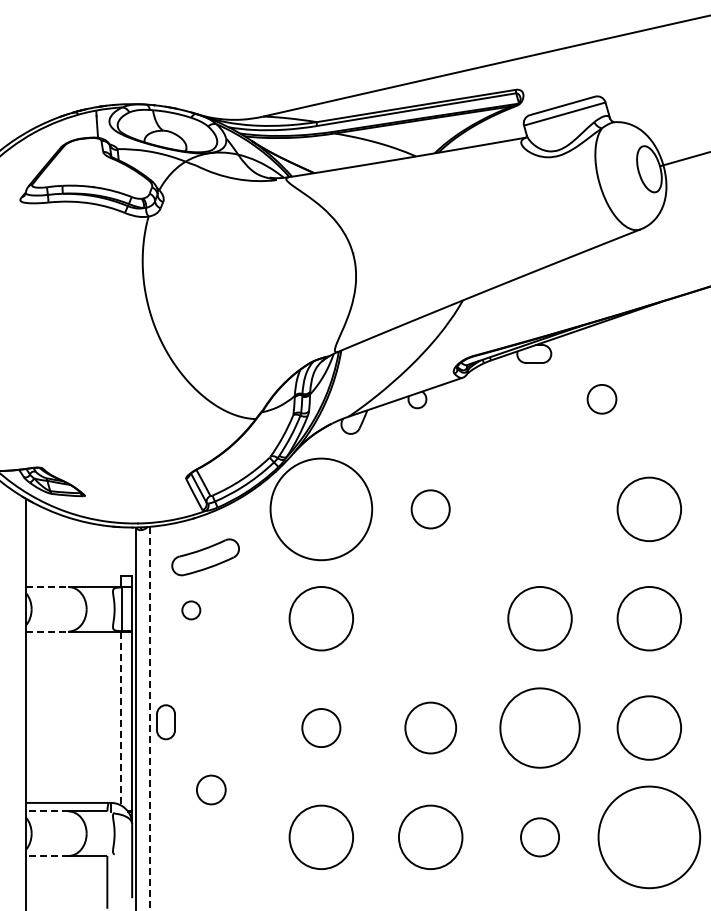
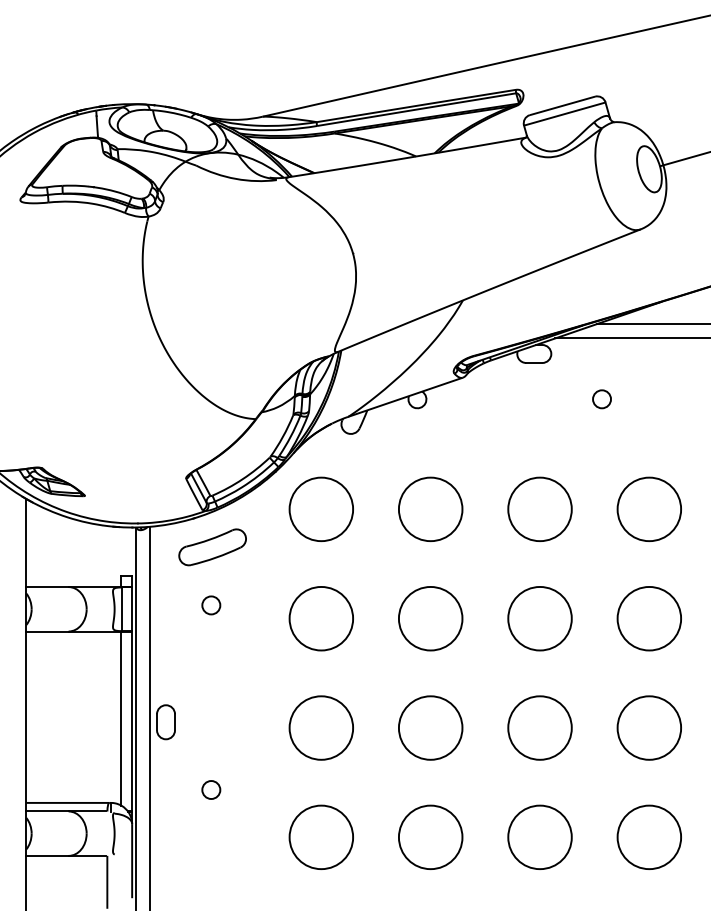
line at (651, 324): none -> present
line at (631, 338): none -> present
circle at (601, 398) diameter: 29 px -> 18 px
circle at (539, 508): none -> present
circle at (321, 509) diameter: 102 px -> 64 px
circle at (430, 509) diameter: 38 px -> 64 px
part at (205, 557) position: (205, 557) -> (212, 547)
line at (48, 587): dashed -> solid
circle at (191, 610) position: (191, 610) -> (211, 605)
circle at (430, 618): none -> present
line at (48, 631): dashed -> solid
line at (150, 718): dashed -> solid
line at (121, 719): dashed -> solid
circle at (430, 727) size: 54x54 px -> 66x66 px
circle at (539, 727) size: 82x82 px -> 66x66 px
circle at (321, 728) diameter: 38 px -> 64 px
circle at (210, 789) diameter: 29 px -> 18 px
line at (47, 811): dashed -> solid
circle at (540, 837) diameter: 38 px -> 64 px
circle at (649, 837) diameter: 102 px -> 64 px
line at (47, 855): dashed -> solid
